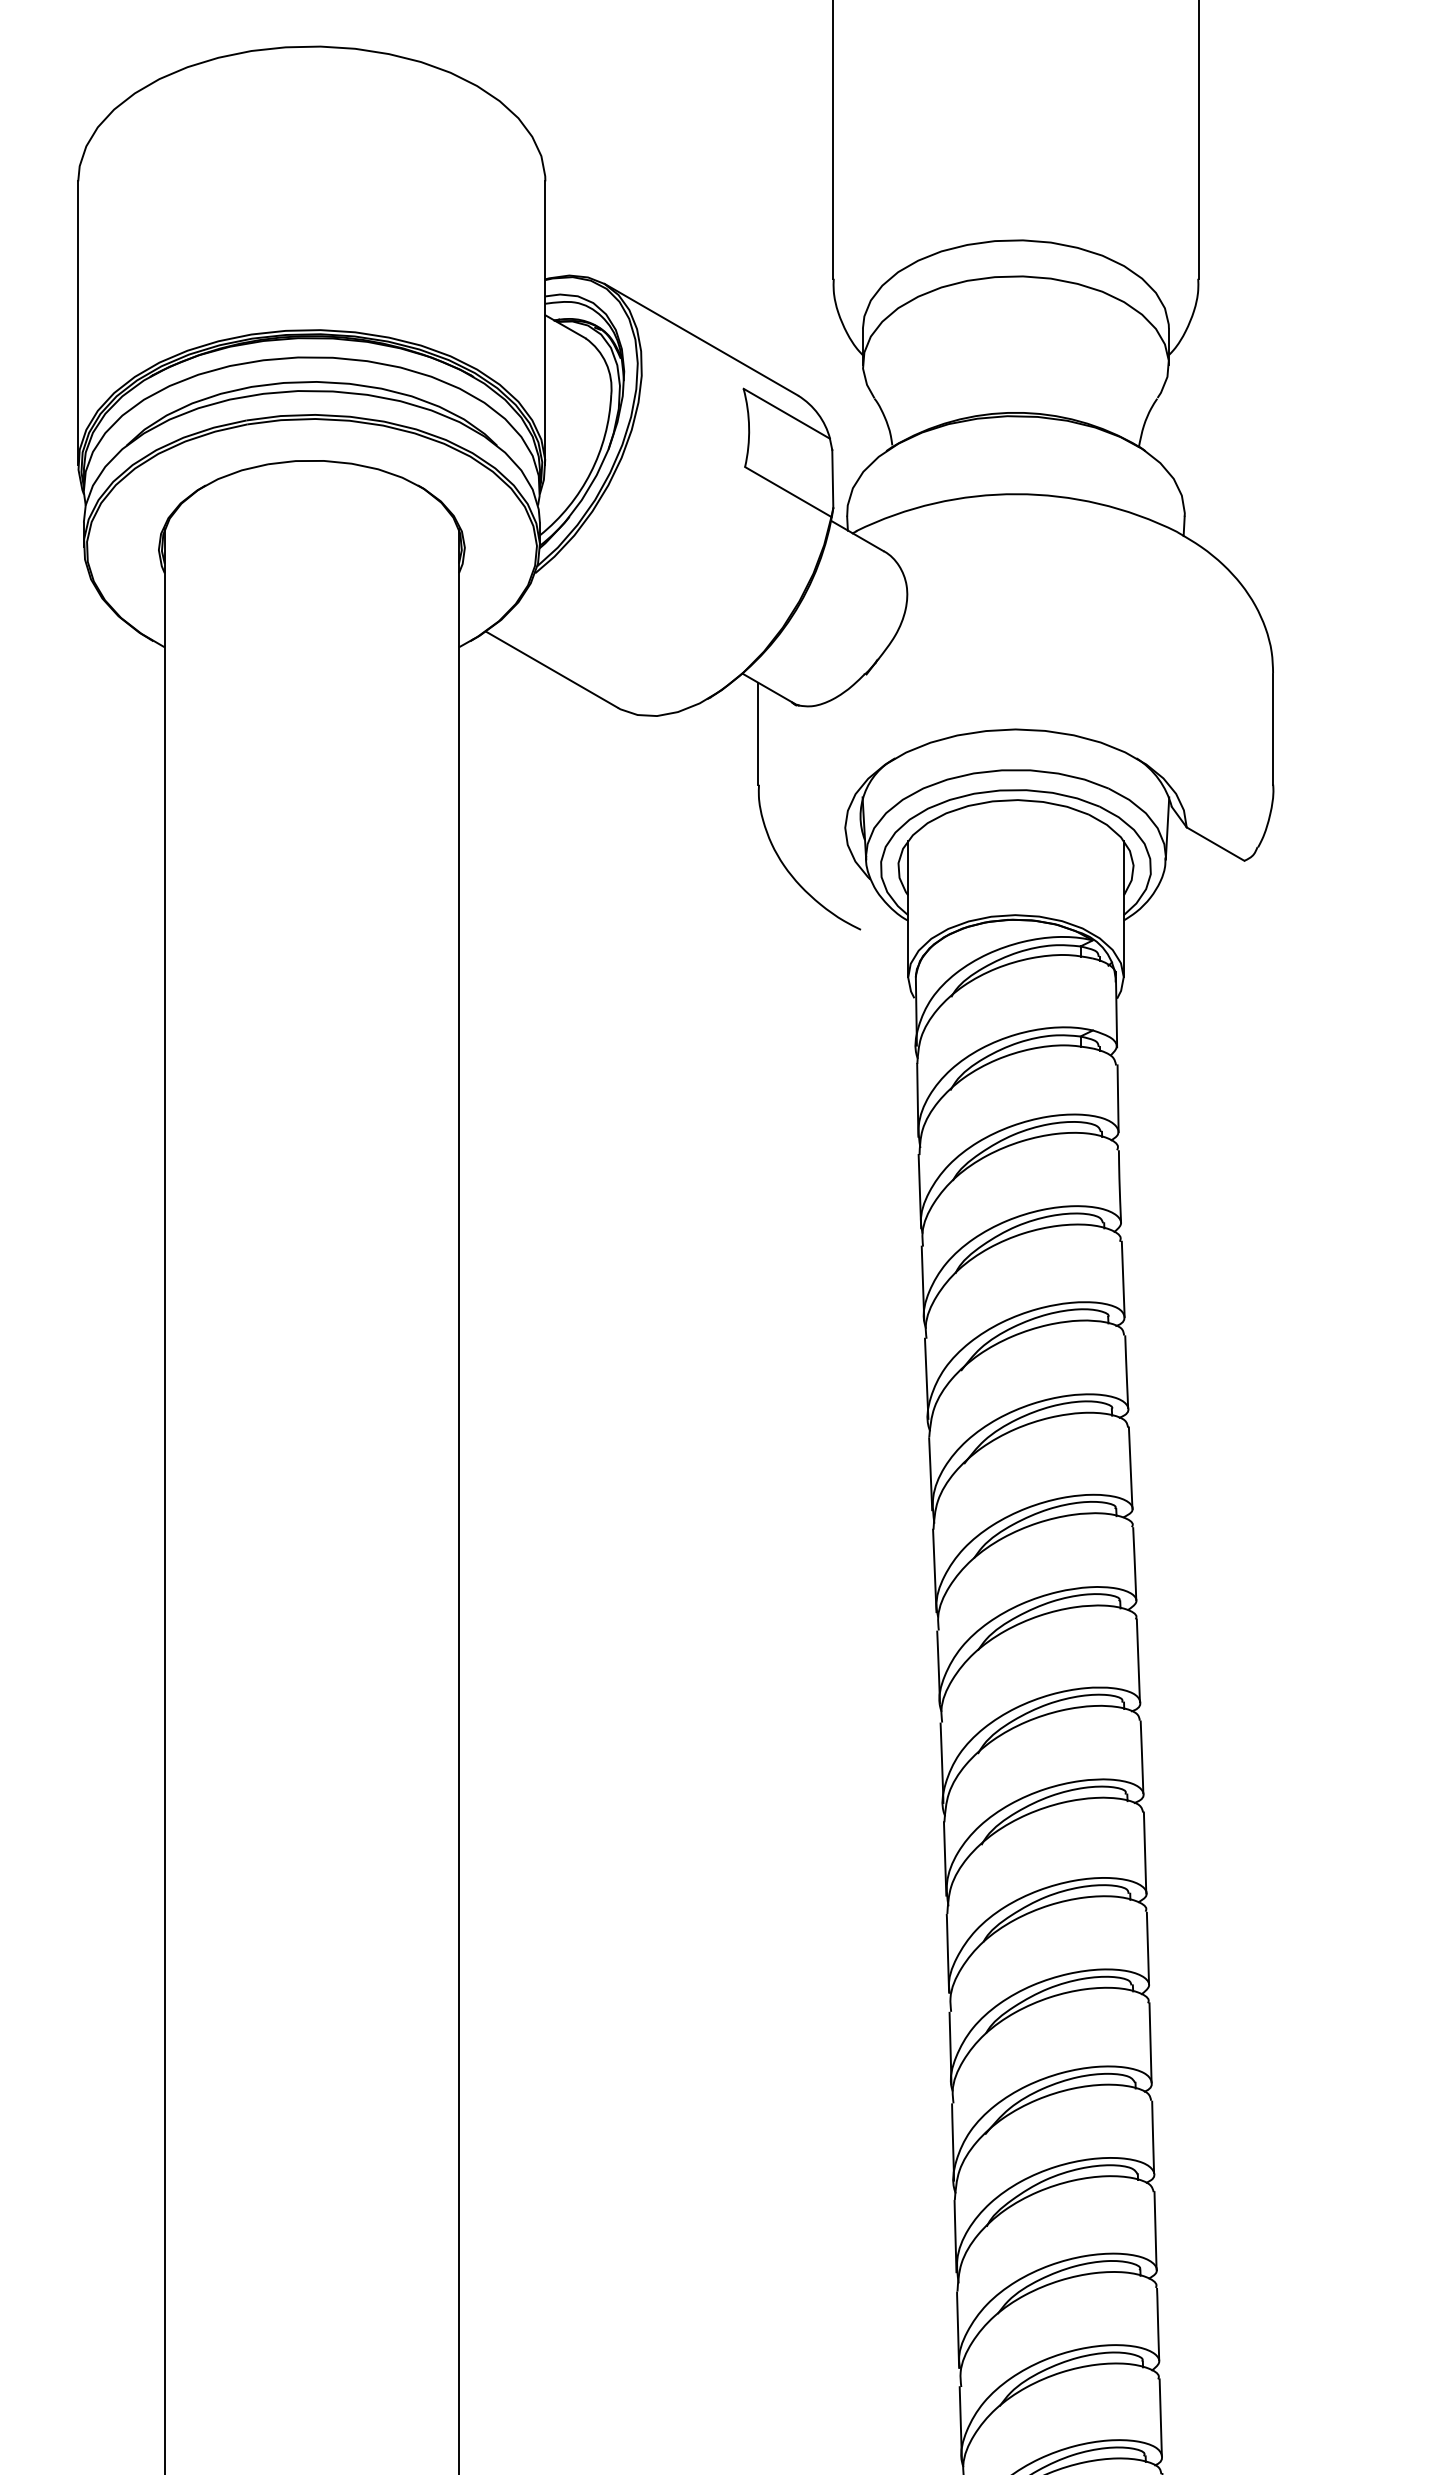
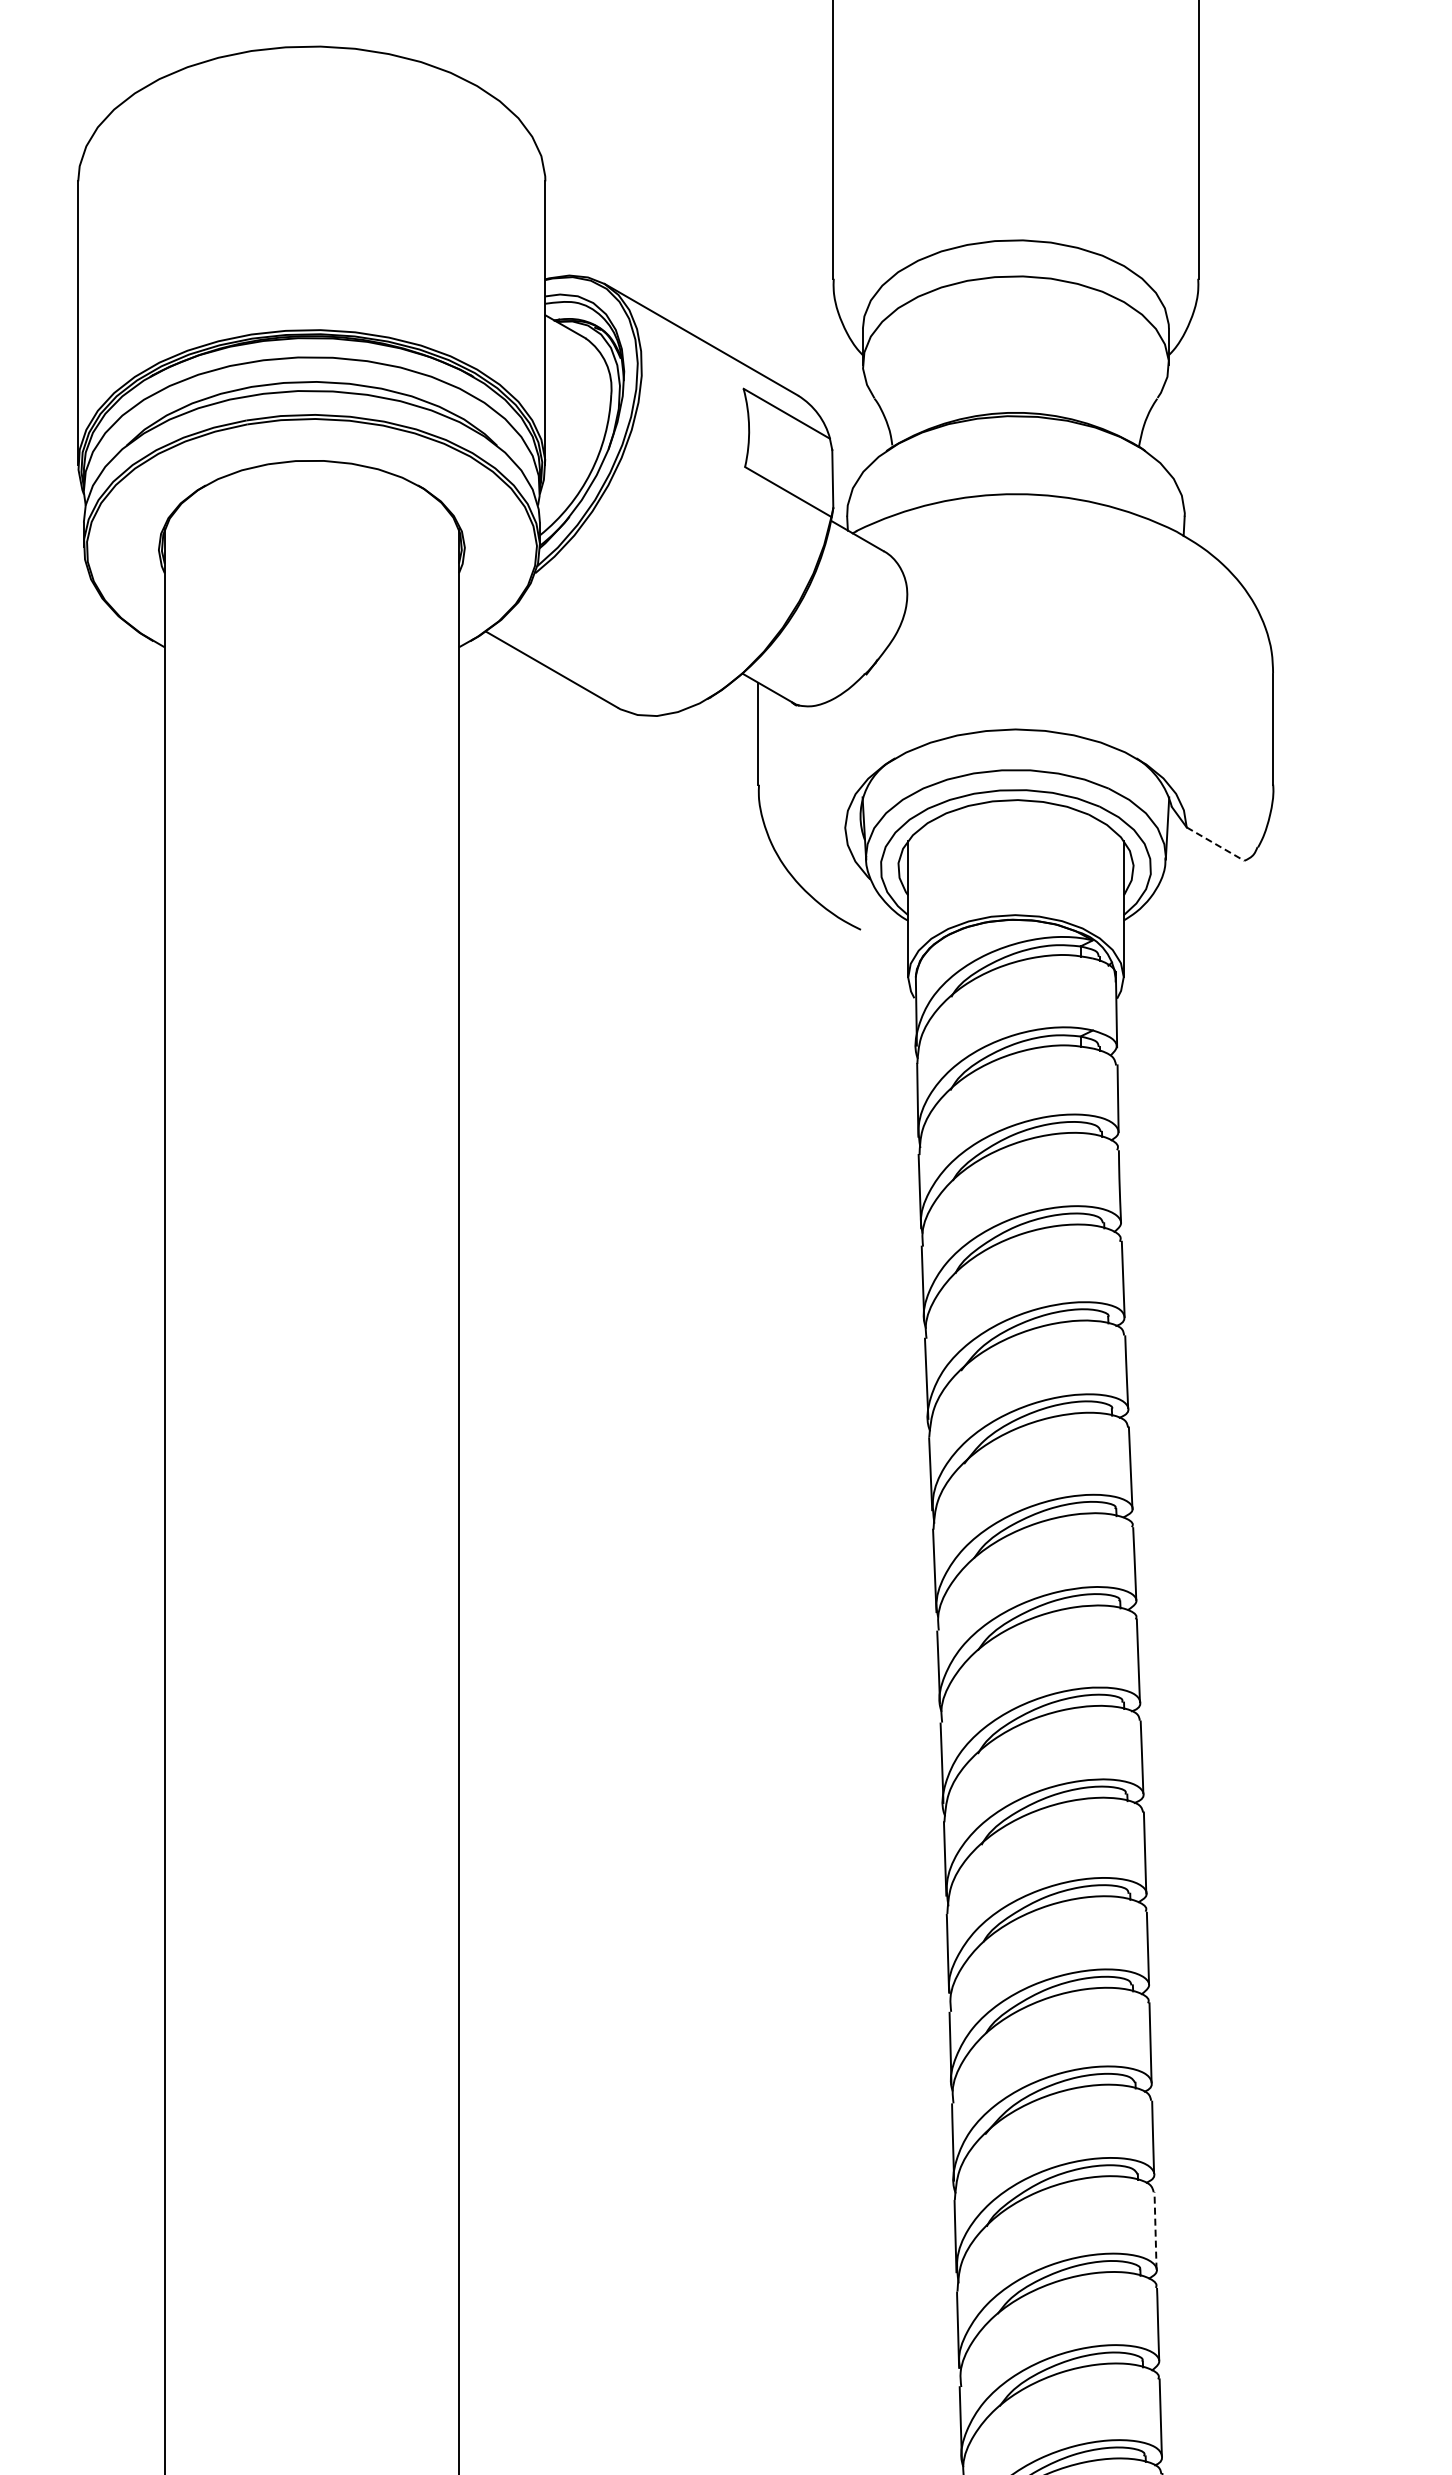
line at (1216, 844): solid -> dashed
line at (1155, 2230): solid -> dashed
